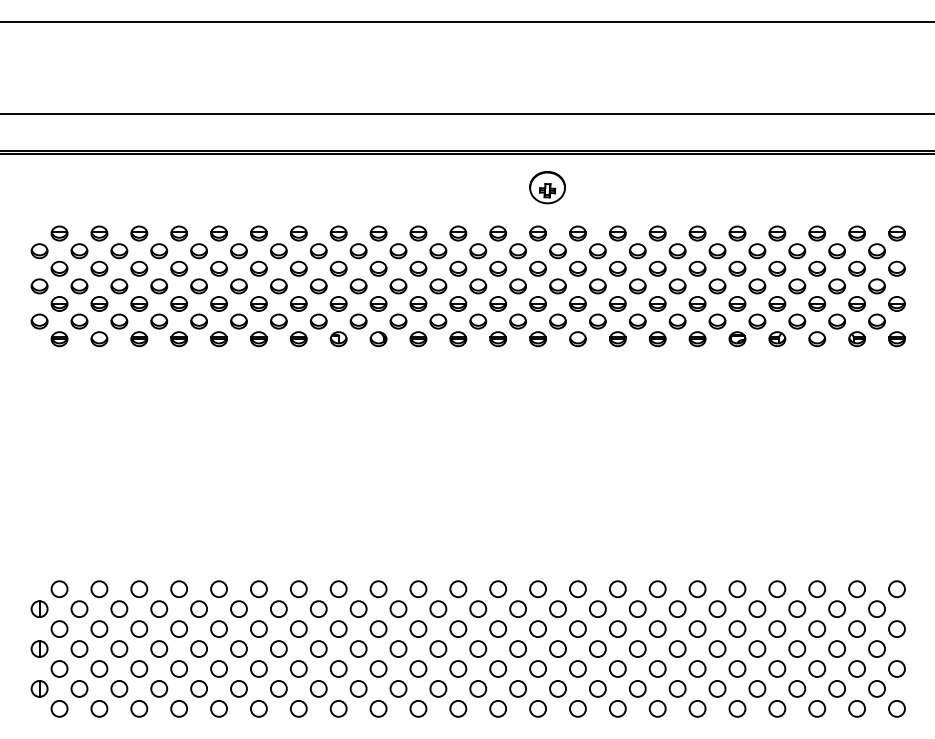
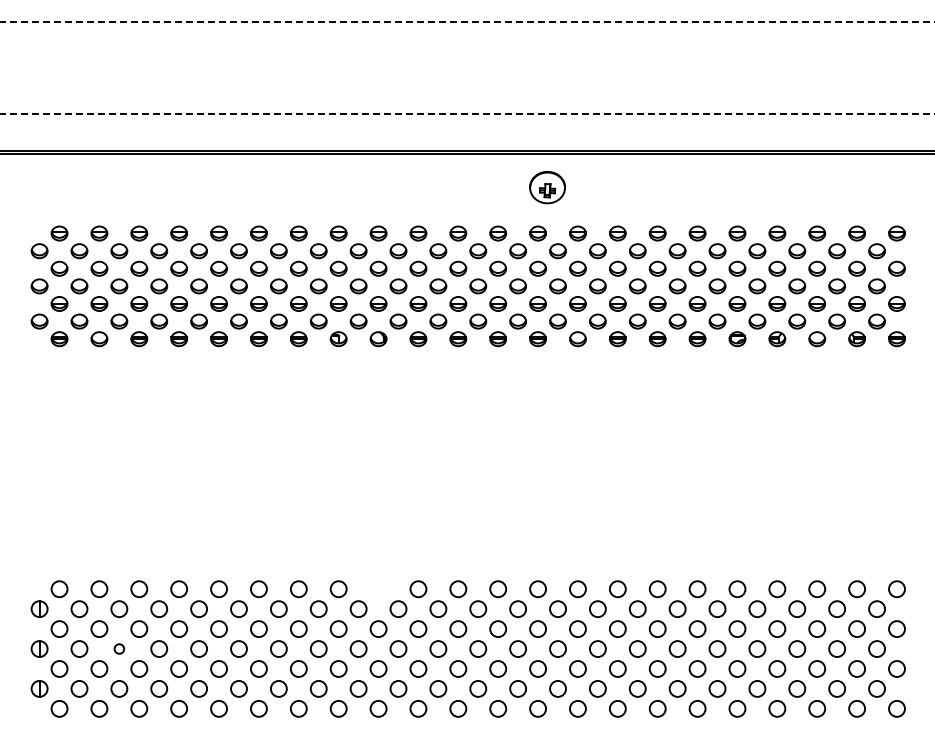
line at (467, 22): solid -> dashed
line at (467, 113): solid -> dashed
circle at (378, 589): present -> none
circle at (119, 648) size: 19x18 px -> 13x12 px
